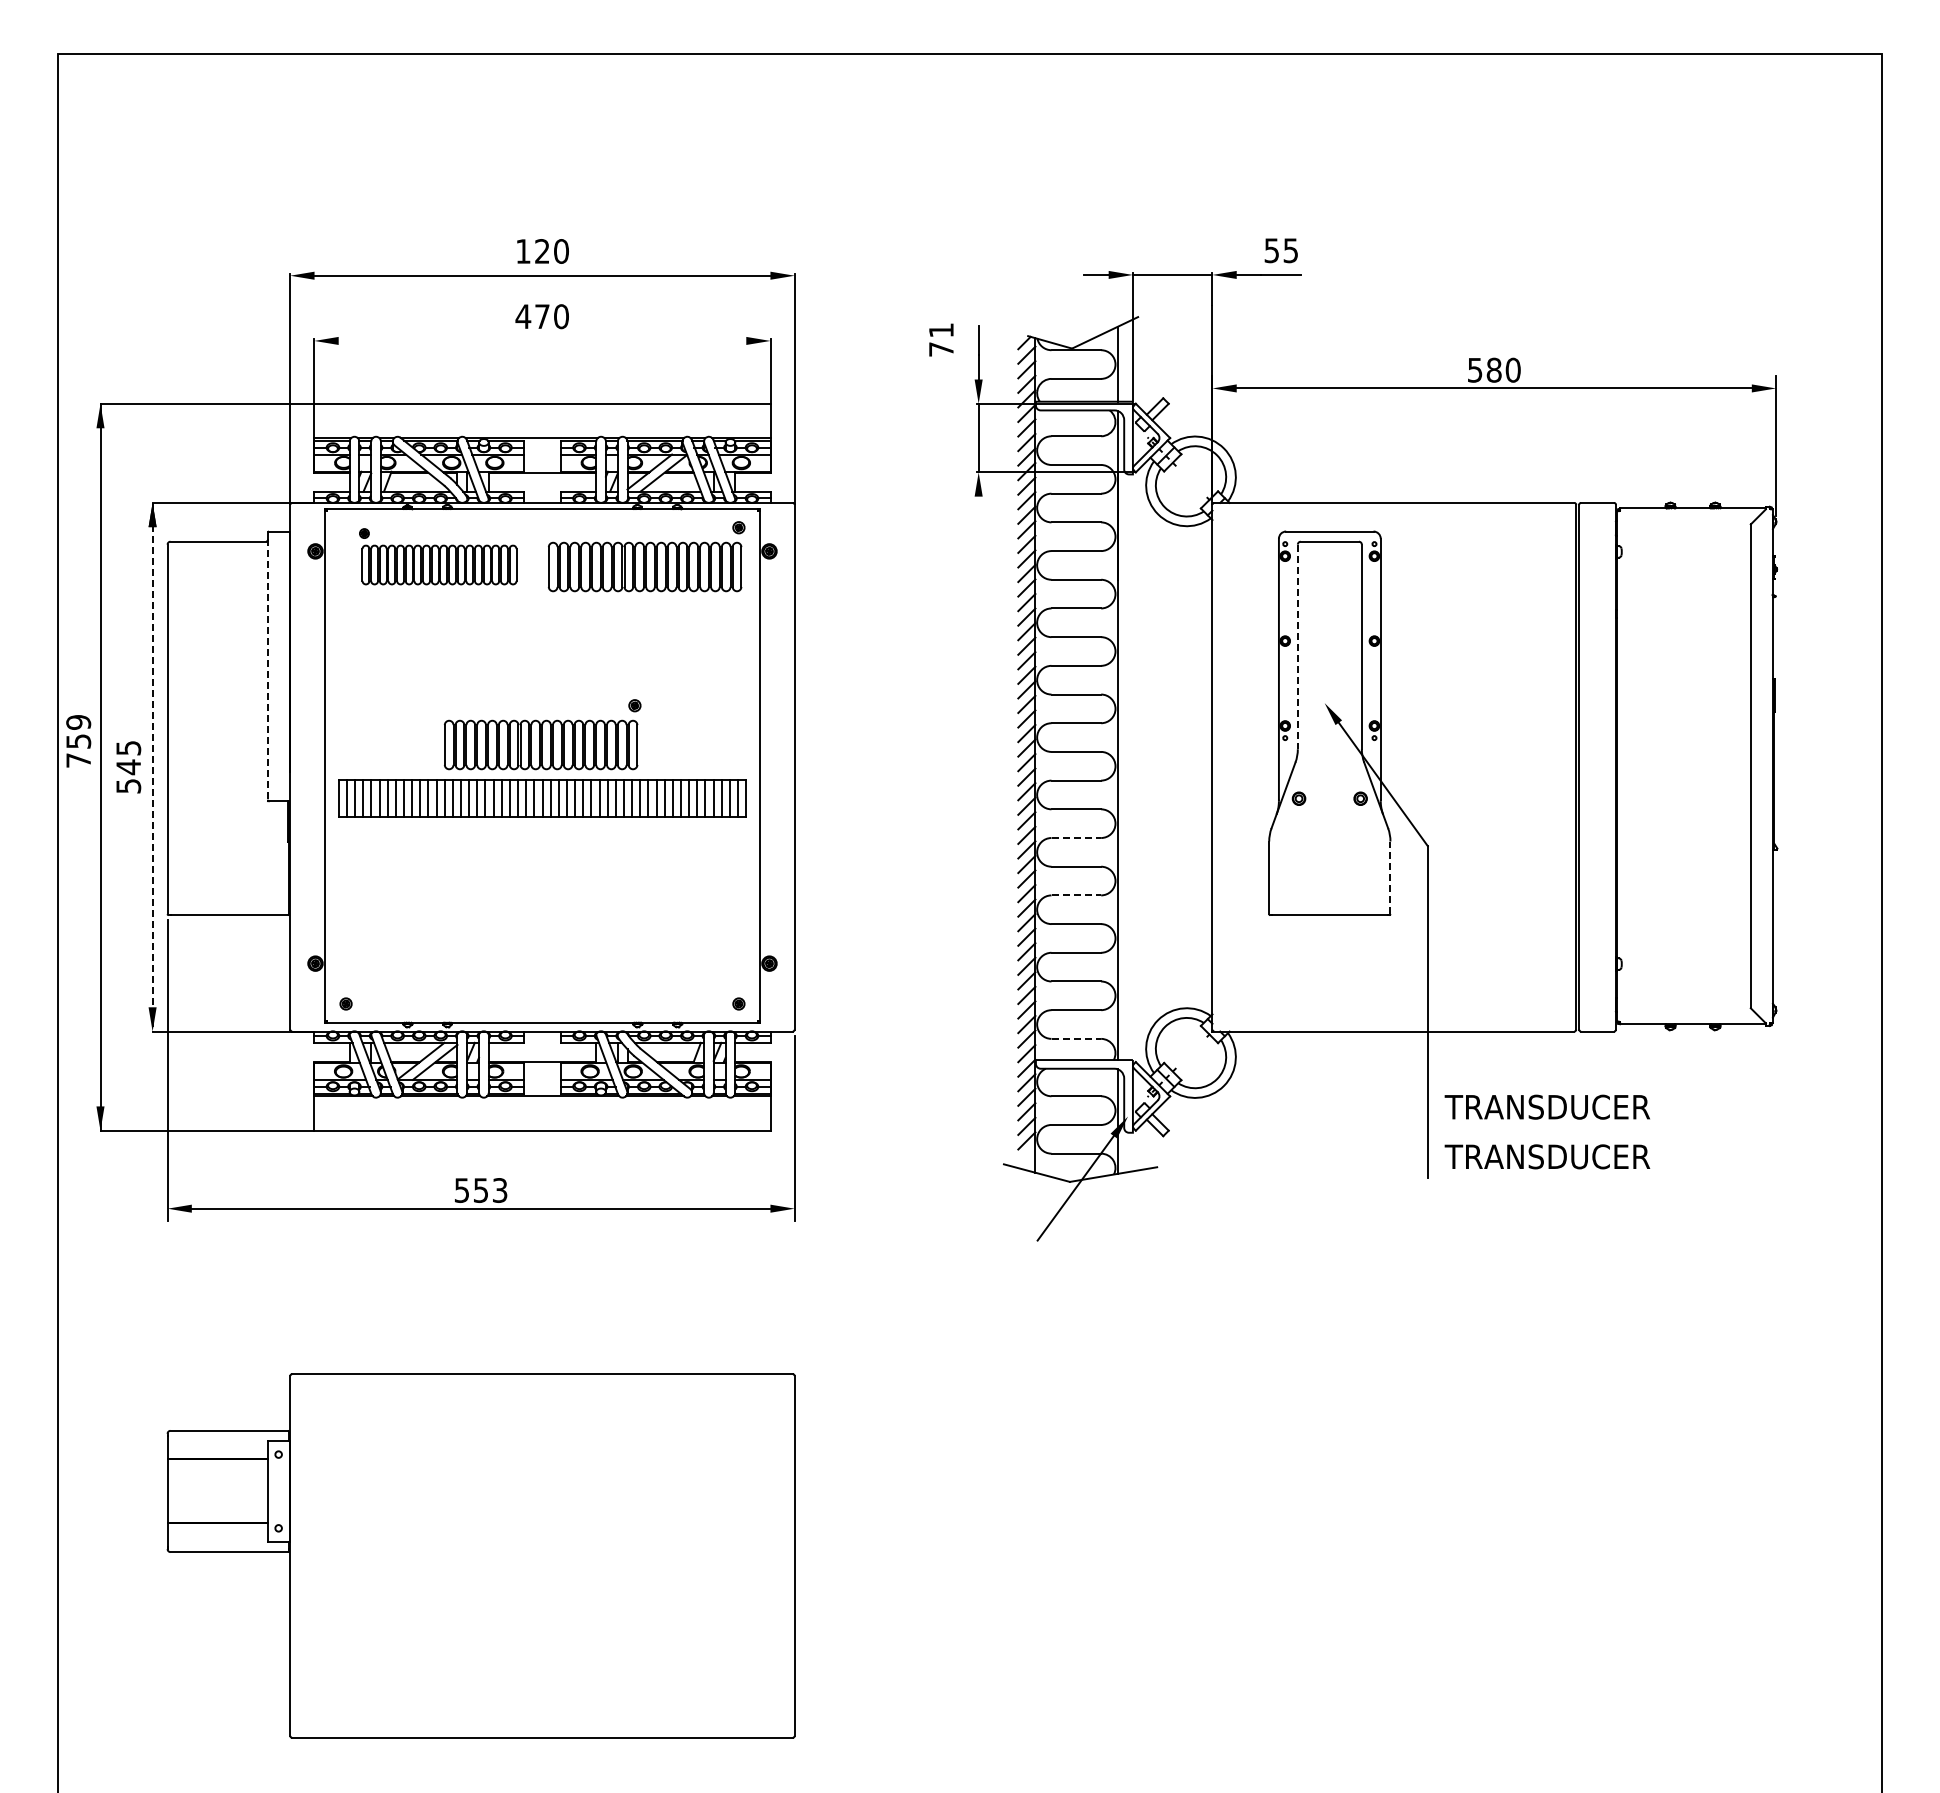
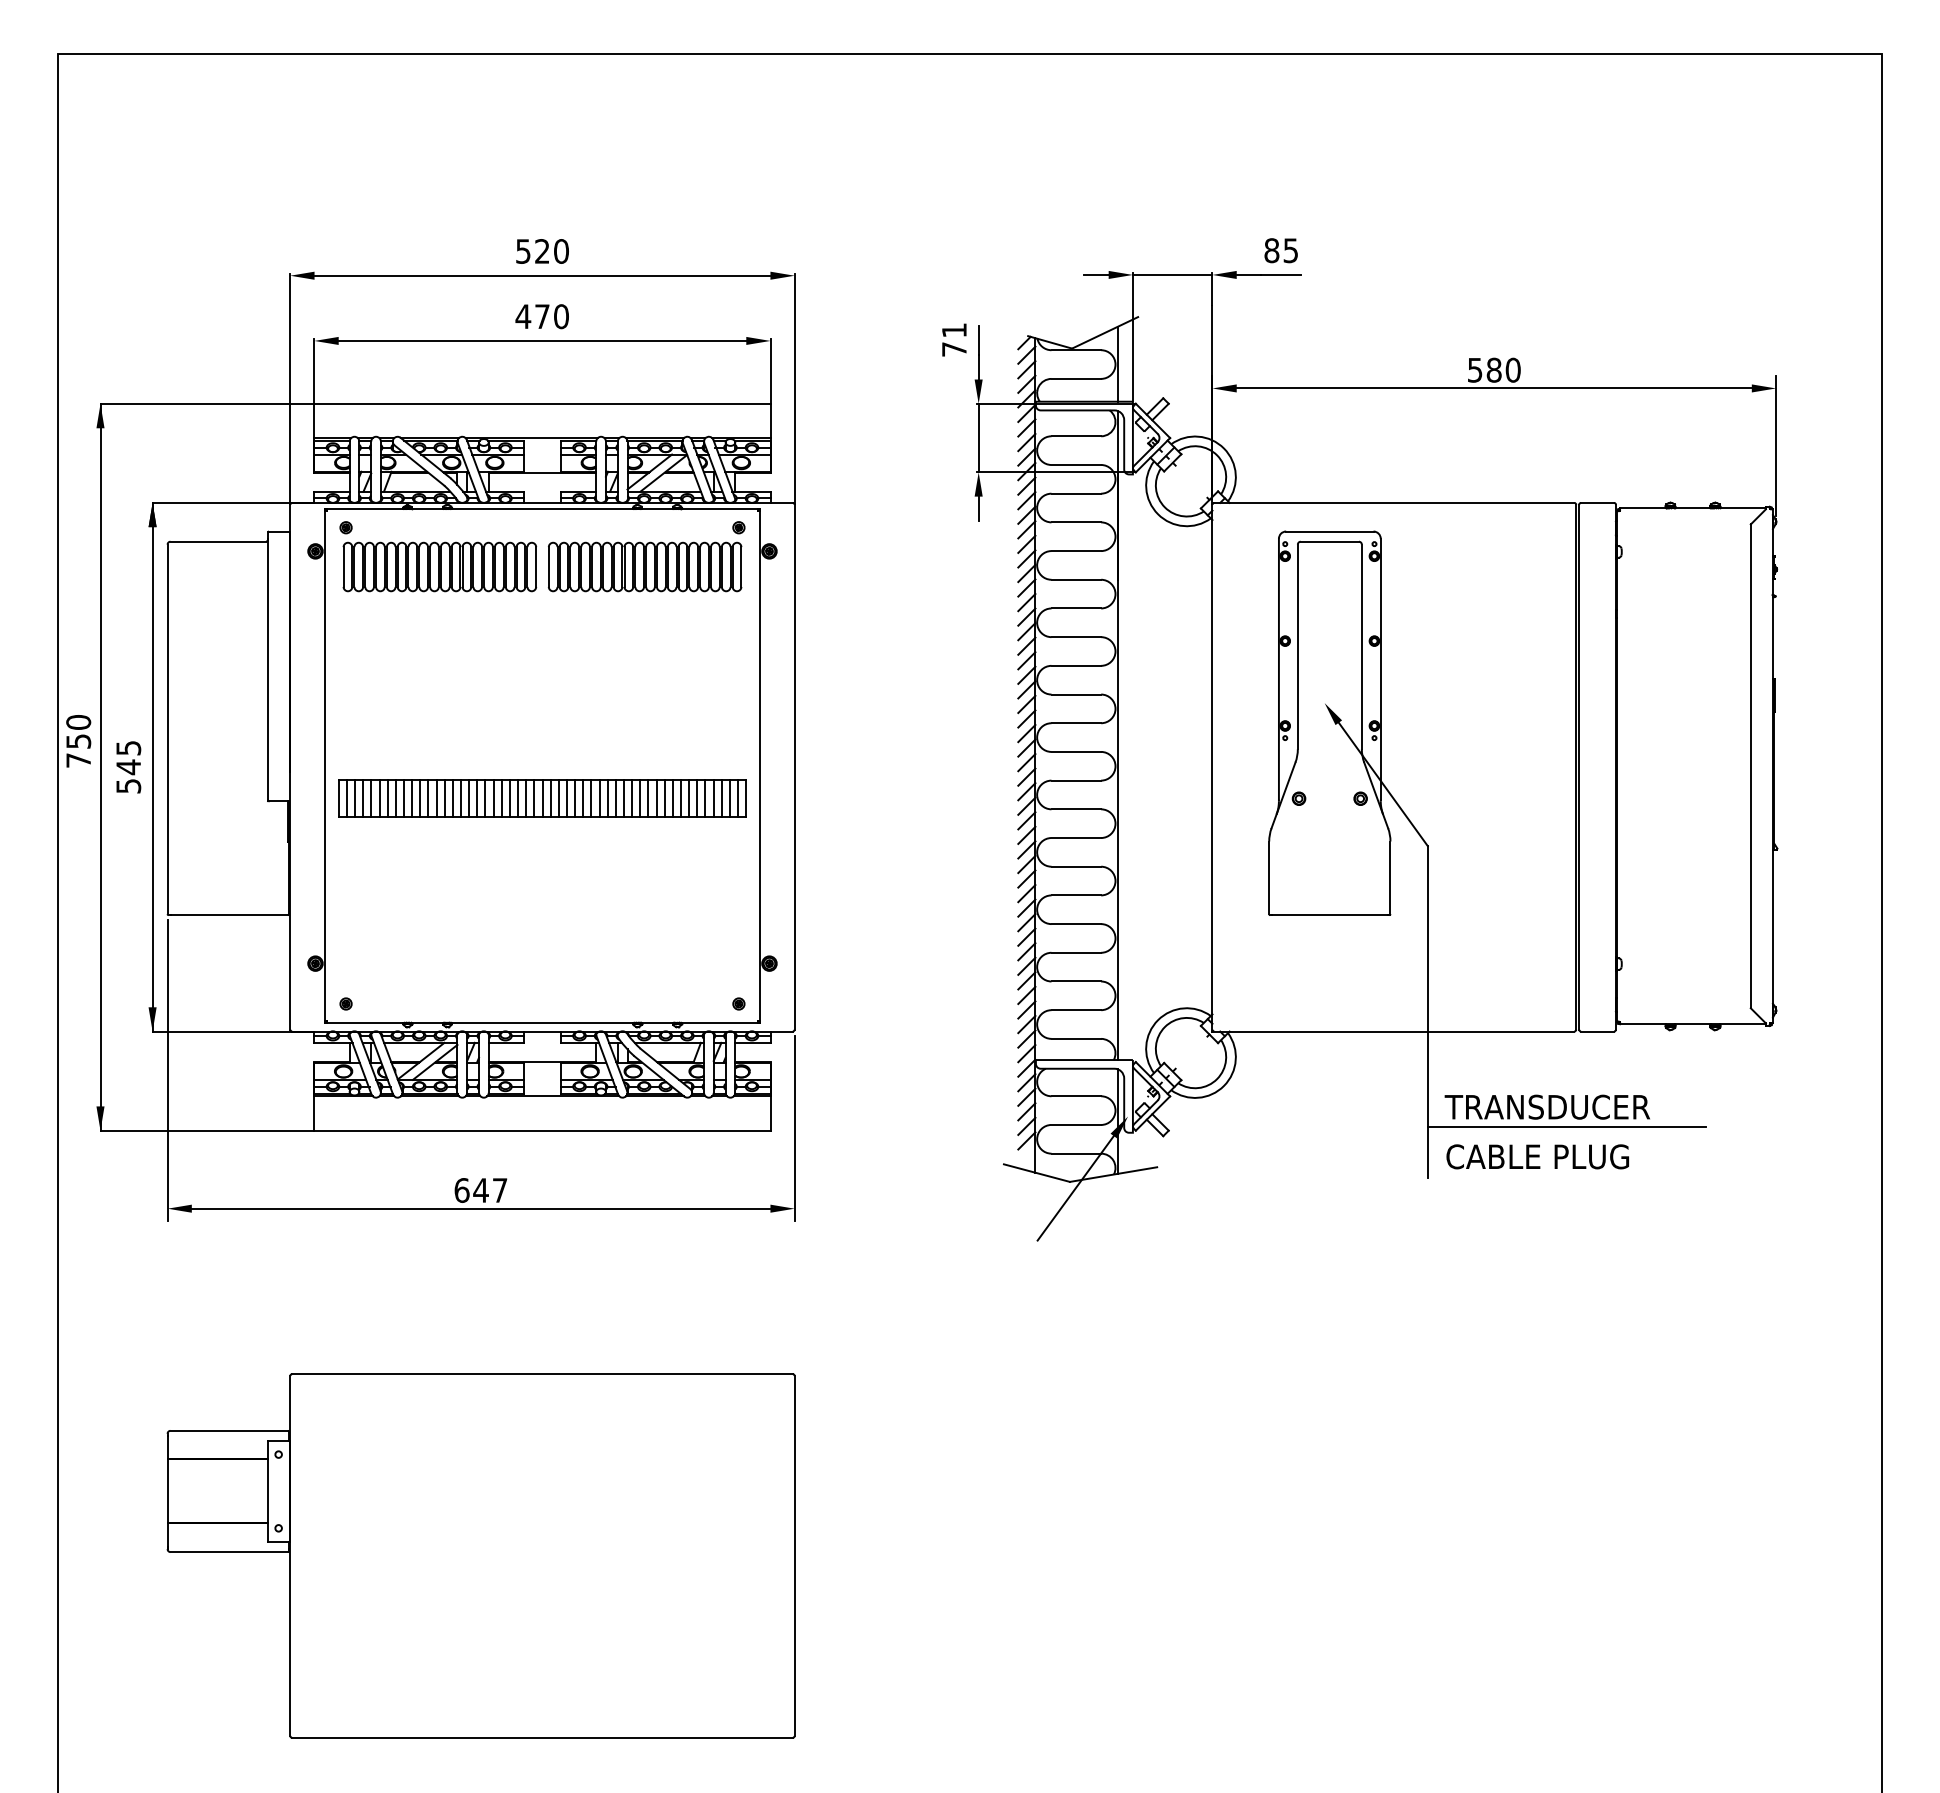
text at (1271, 250): 55 -> 85
text at (523, 251): 120 -> 520
text at (941, 339) position: (941, 339) -> (954, 339)
line at (542, 340): none -> present
line at (978, 508): none -> present
part at (438, 556) size: 159x58 px -> 198x72 px
line at (1297, 647): dashed -> solid
line at (267, 669): dashed -> solid
text at (78, 722): 759 -> 750
part at (542, 734): present -> none
line at (152, 767): dashed -> solid
line at (1076, 838): dashed -> solid
line at (1390, 877): dashed -> solid
line at (1076, 895): dashed -> solid
line at (1076, 1038): dashed -> solid
line at (1566, 1126): none -> present
text at (1547, 1156): TRANSDUCER -> CABLE PLUG
text at (480, 1190): 553 -> 647
